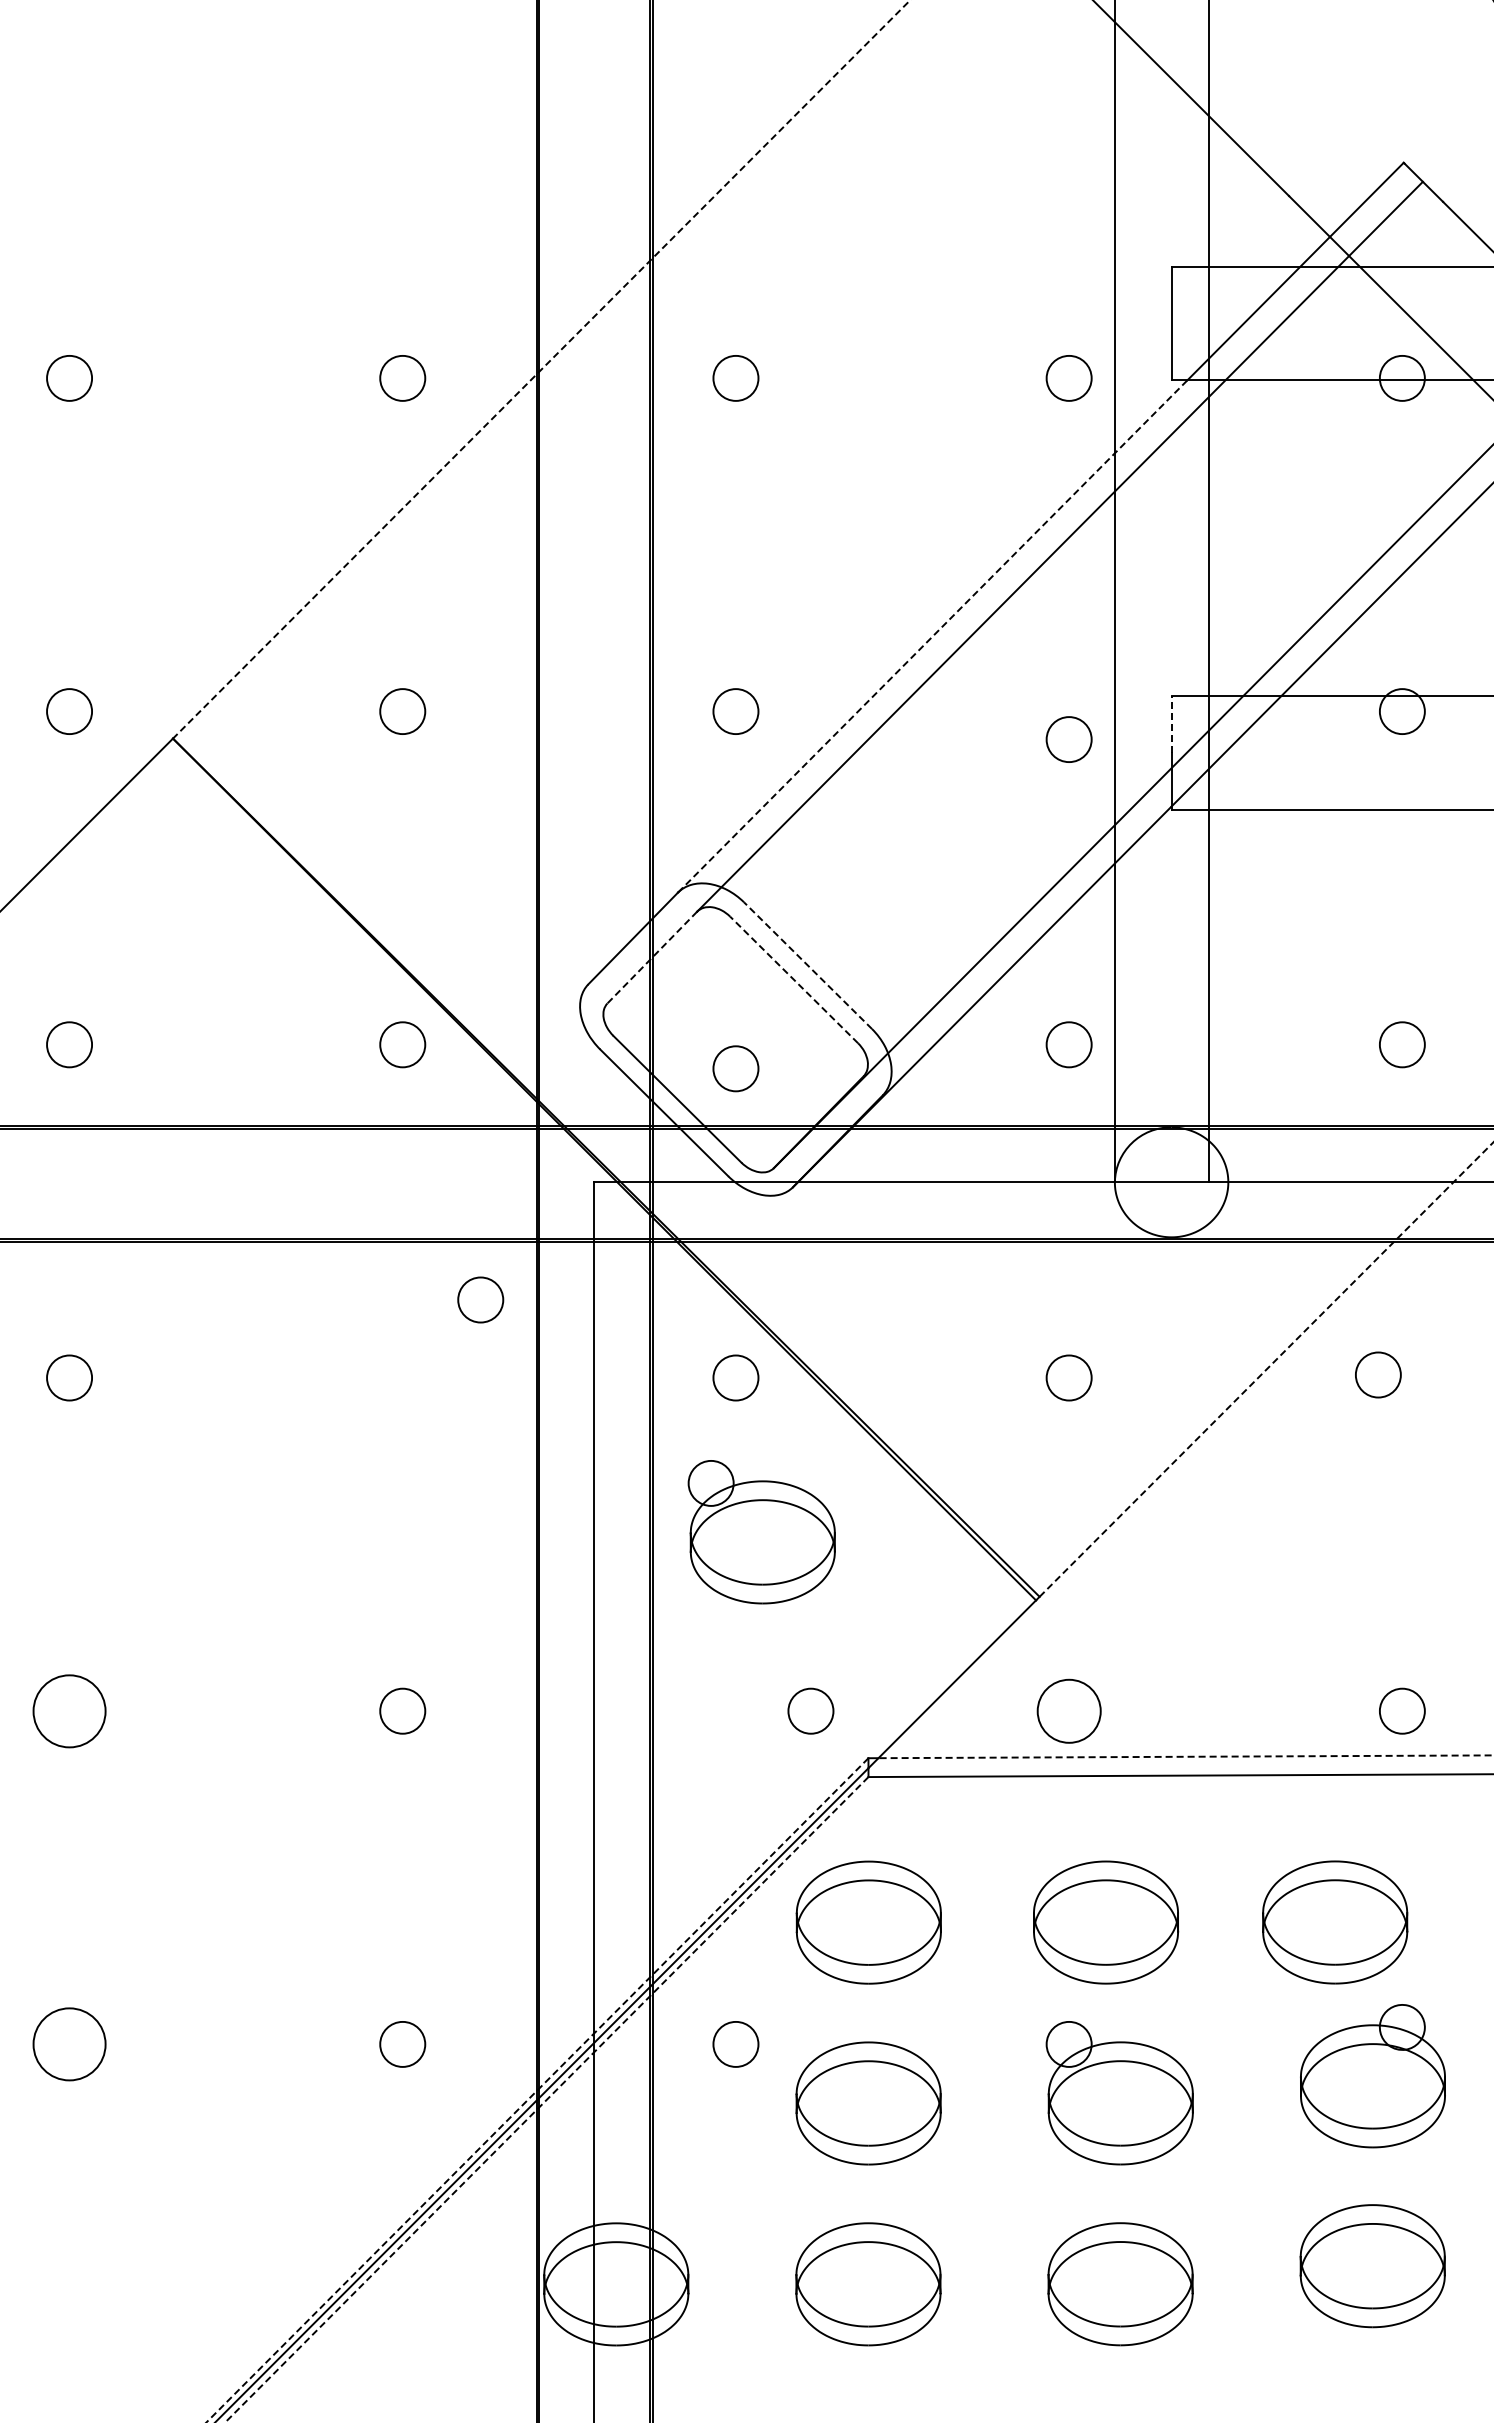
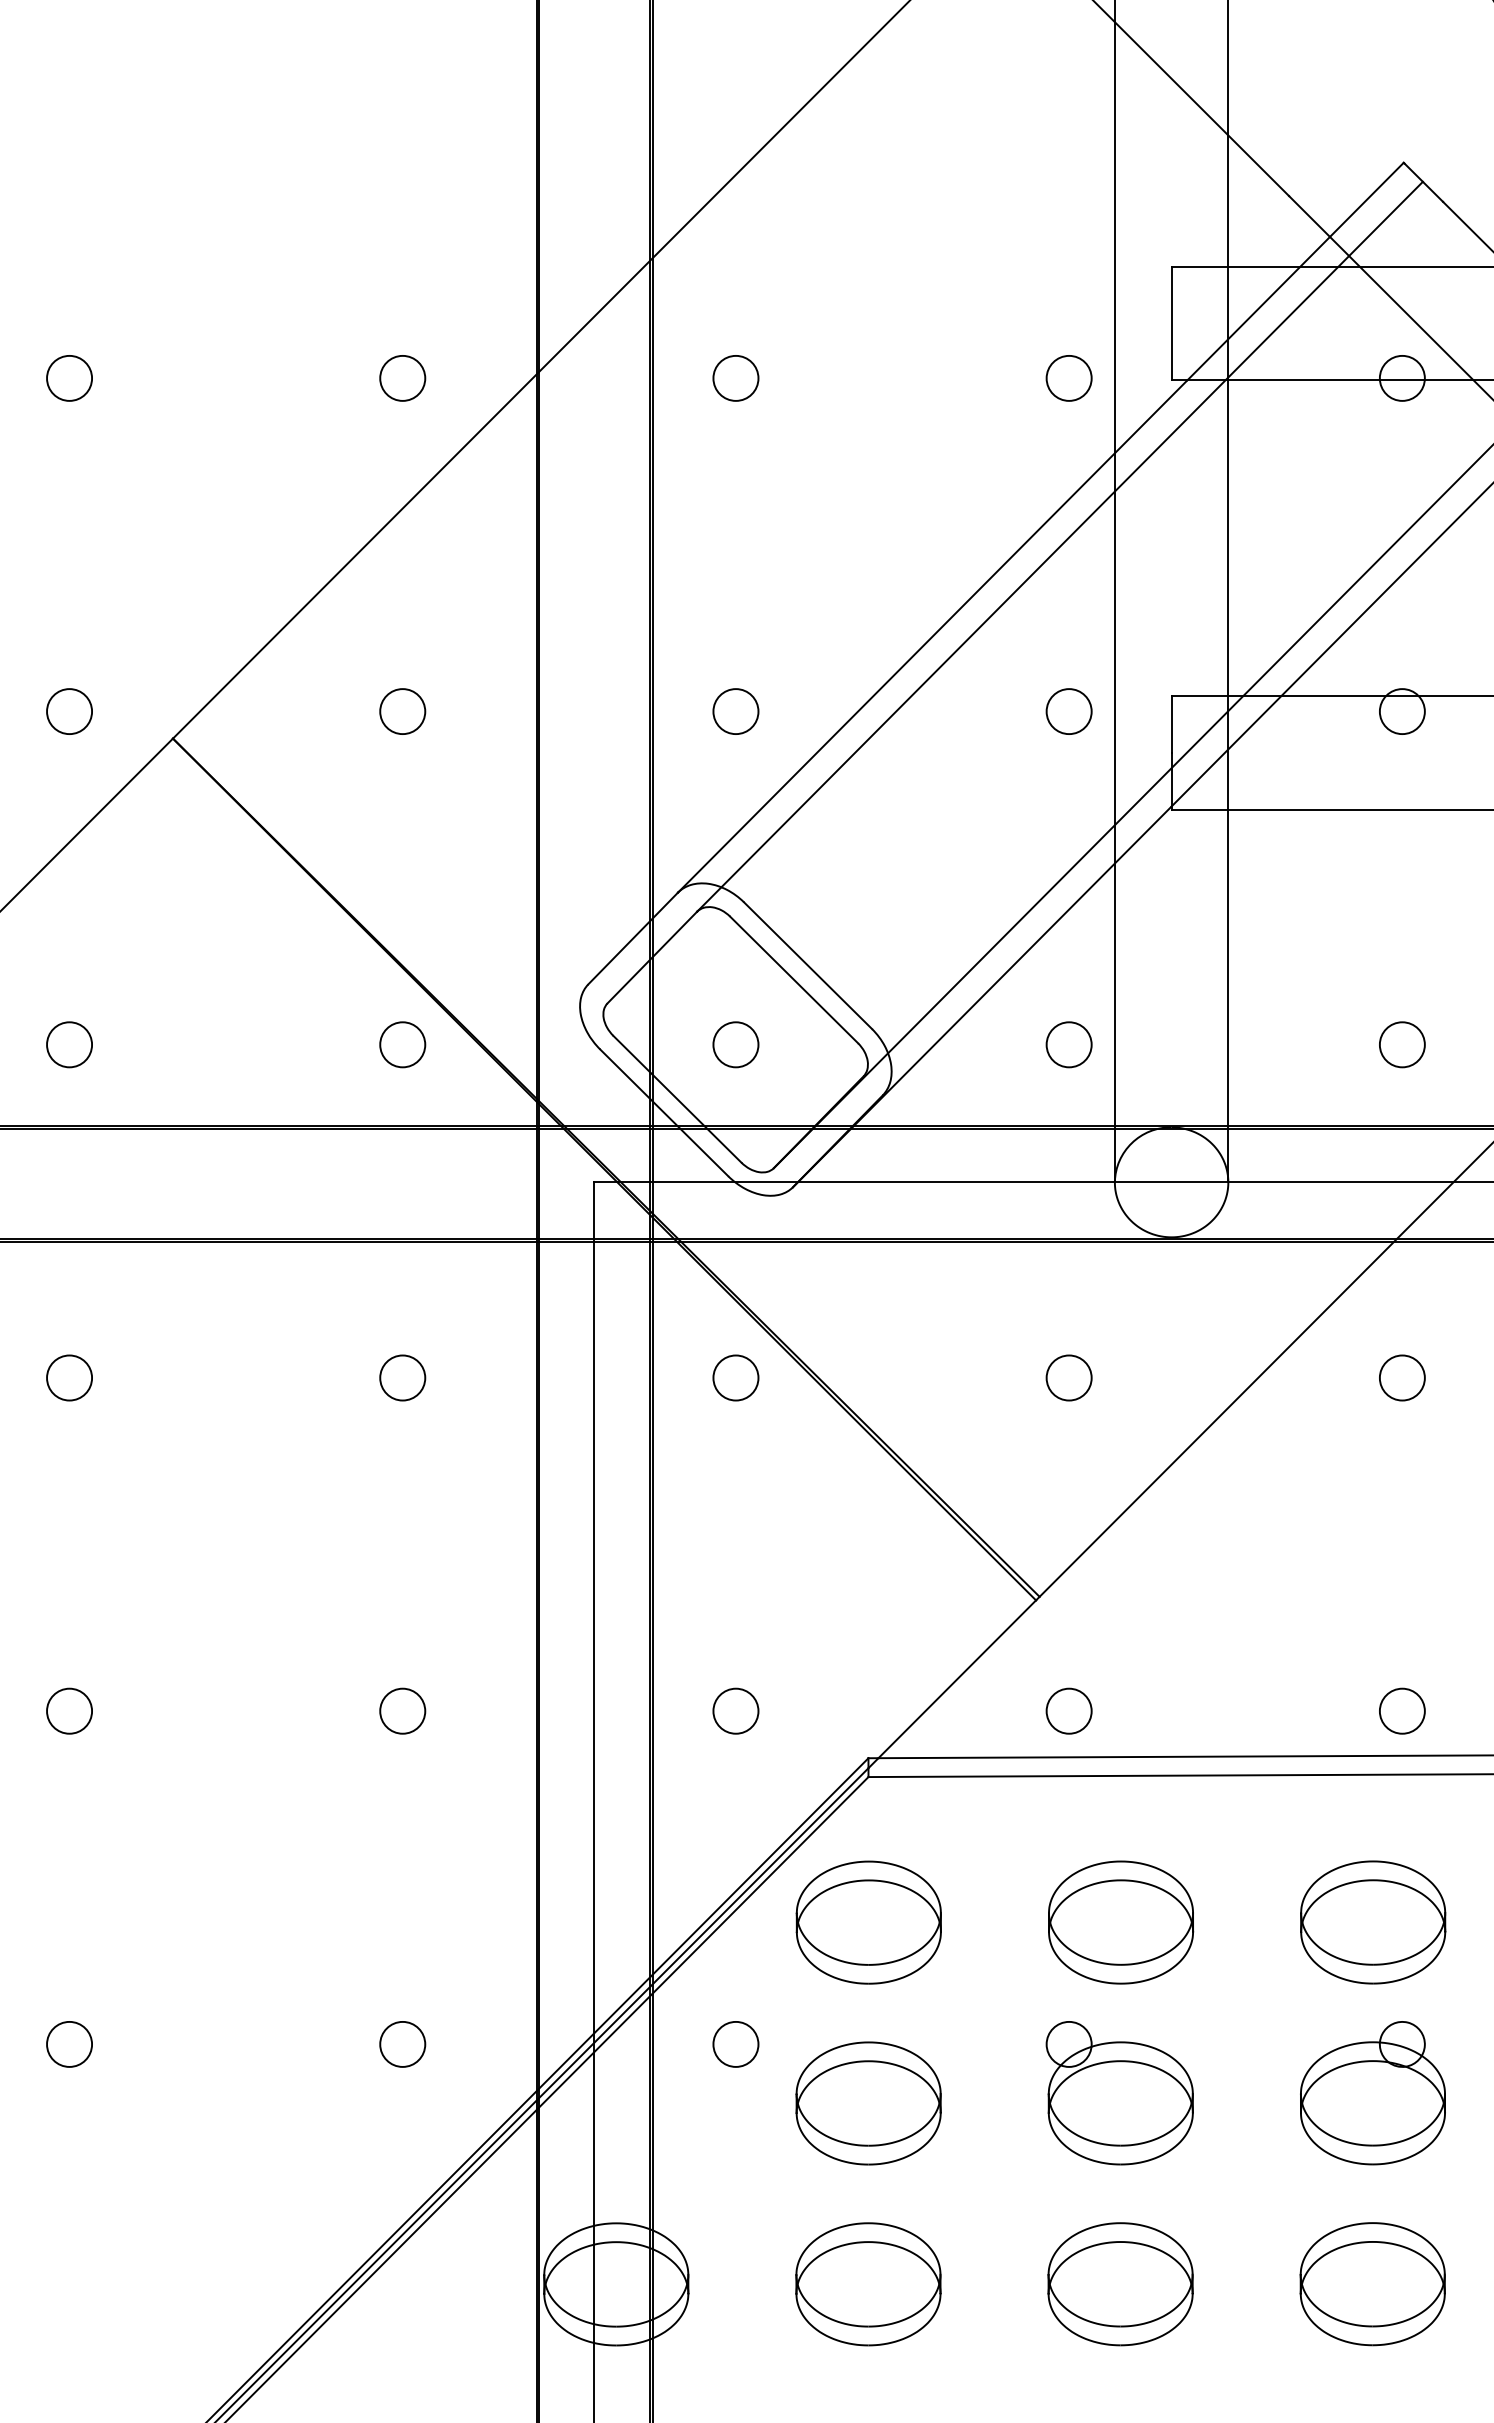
line at (541, 369): dashed -> solid
line at (1209, 592) position: (1209, 592) -> (1228, 592)
line at (933, 636): dashed -> solid
line at (1171, 724): dashed -> solid
circle at (1068, 739) position: (1068, 739) -> (1068, 711)
line at (651, 957): dashed -> solid
line at (807, 965): dashed -> solid
line at (793, 979): dashed -> solid
circle at (735, 1068) position: (735, 1068) -> (735, 1044)
circle at (480, 1299) position: (480, 1299) -> (402, 1377)
line at (1267, 1369): dashed -> solid
circle at (1378, 1374) position: (1378, 1374) -> (1402, 1377)
part at (761, 1532): present -> none
circle at (810, 1710) position: (810, 1710) -> (735, 1710)
circle at (1068, 1710) size: 66x66 px -> 48x48 px
circle at (69, 1711) size: 75x75 px -> 47x48 px
line at (1185, 1756): dashed -> solid
part at (1106, 1922) position: (1106, 1922) -> (1121, 1922)
part at (1335, 1922) position: (1335, 1922) -> (1373, 1922)
circle at (69, 2044) size: 75x75 px -> 47x47 px
part at (1372, 2076) position: (1372, 2076) -> (1372, 2093)
line at (537, 2090): dashed -> solid
line at (546, 2099): dashed -> solid
part at (1372, 2266) position: (1372, 2266) -> (1372, 2284)
